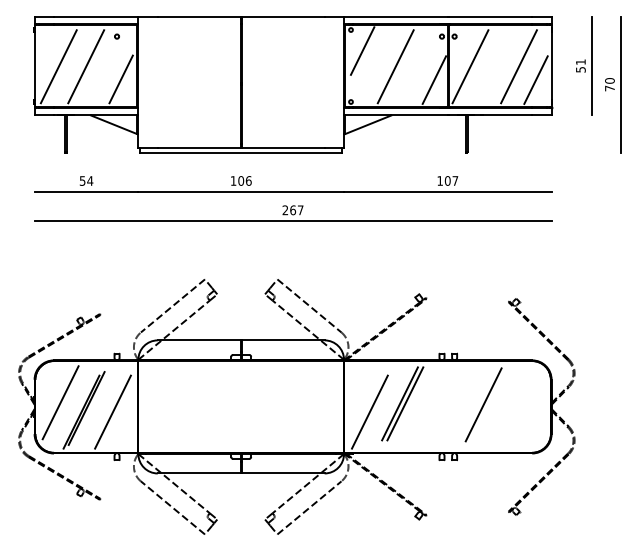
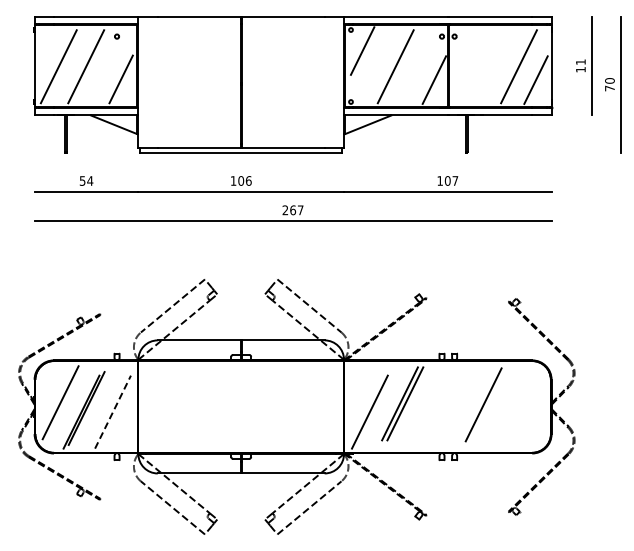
line at (470, 66): present -> none
text at (580, 69): 51 -> 11
line at (113, 412): solid -> dashed
